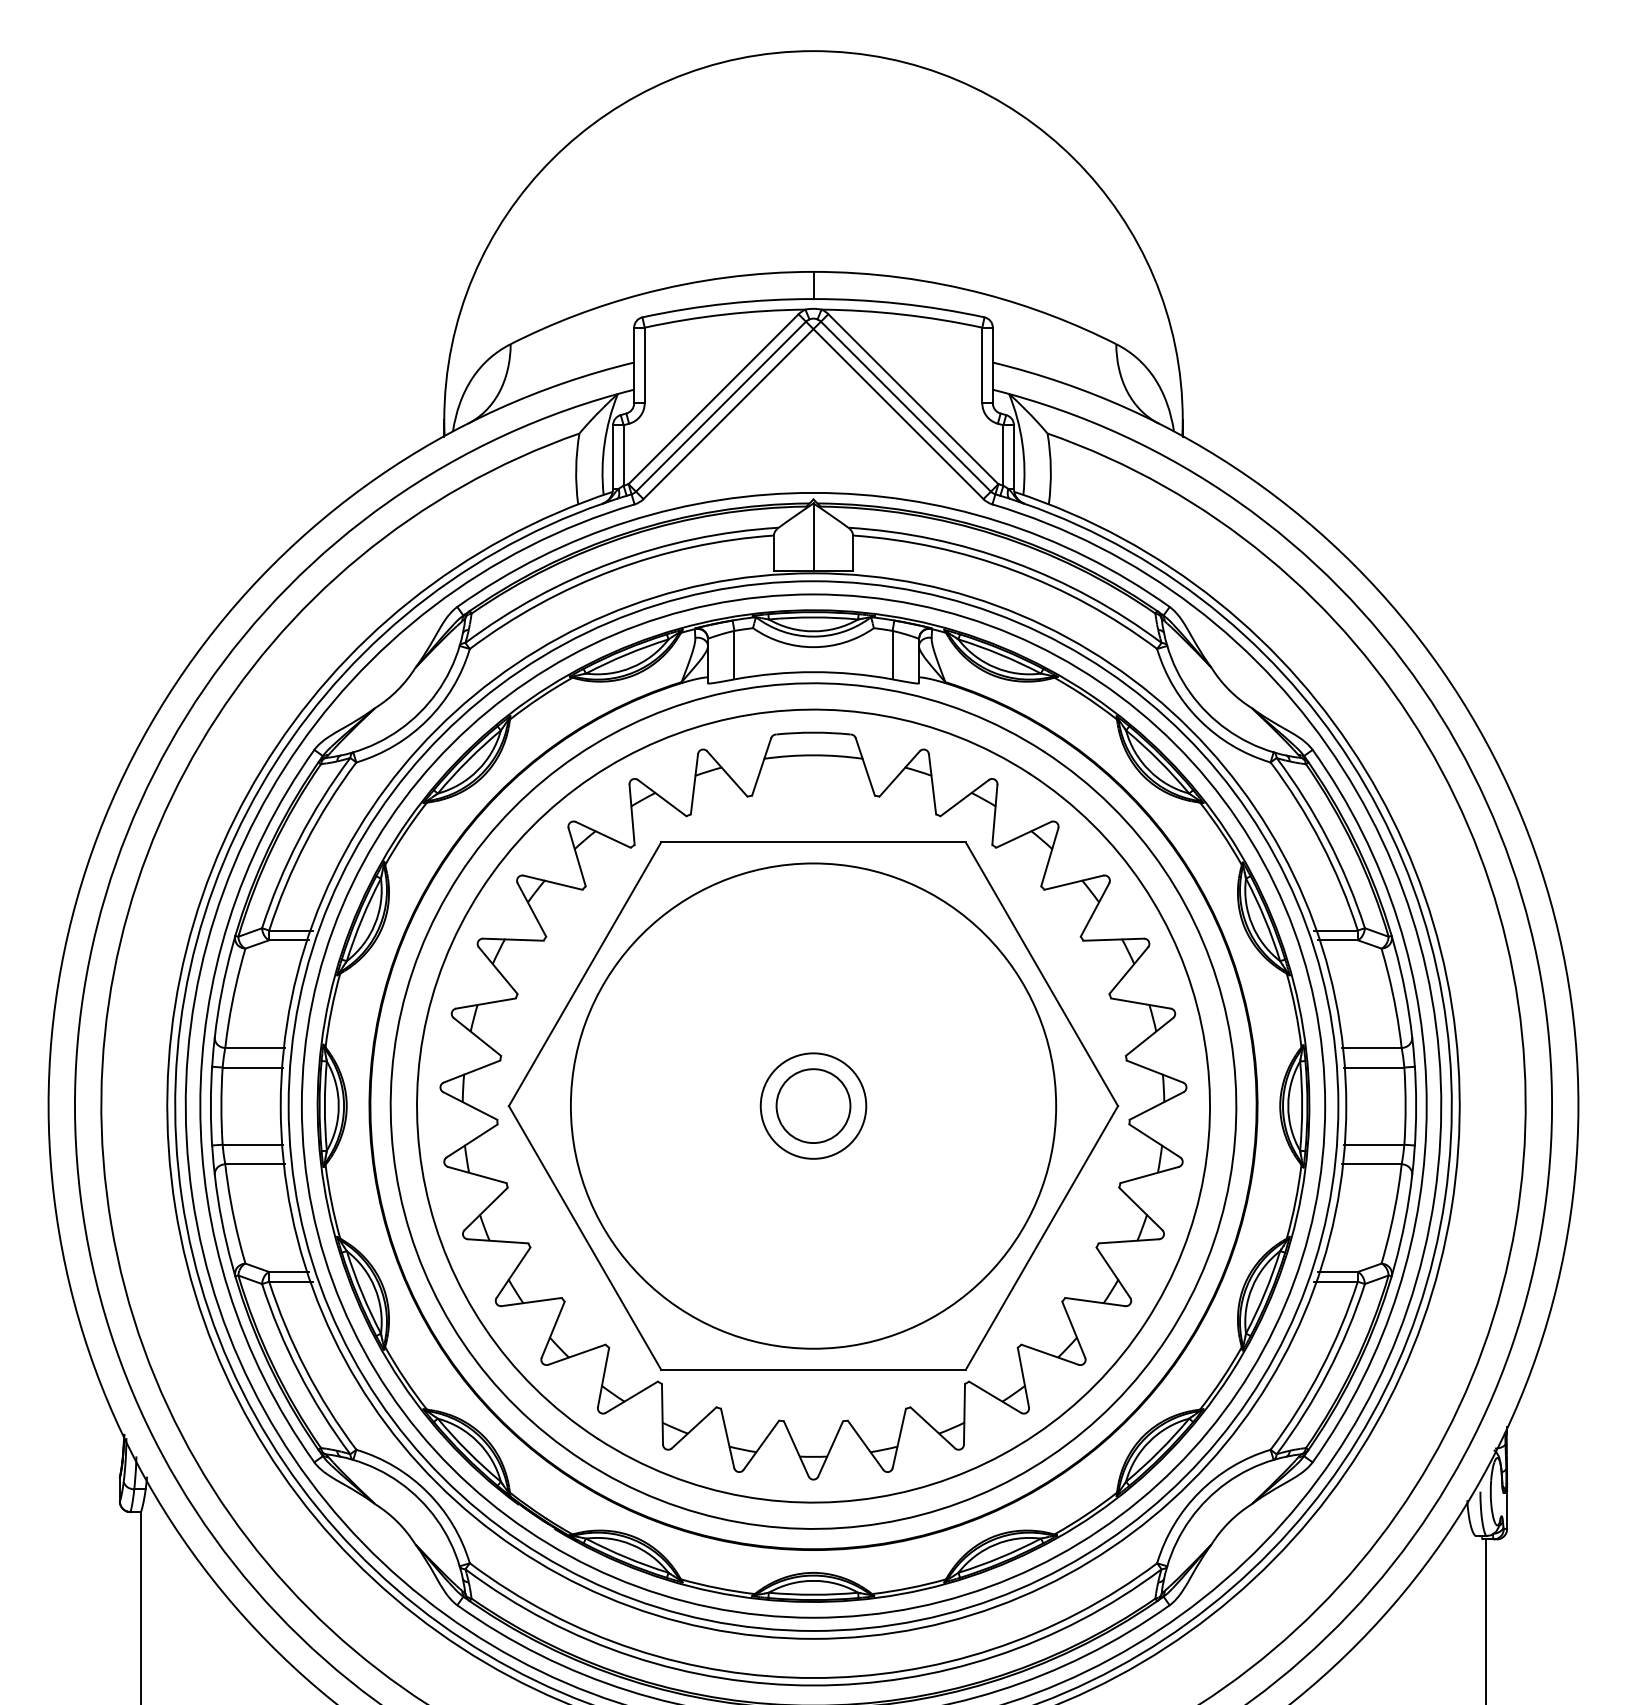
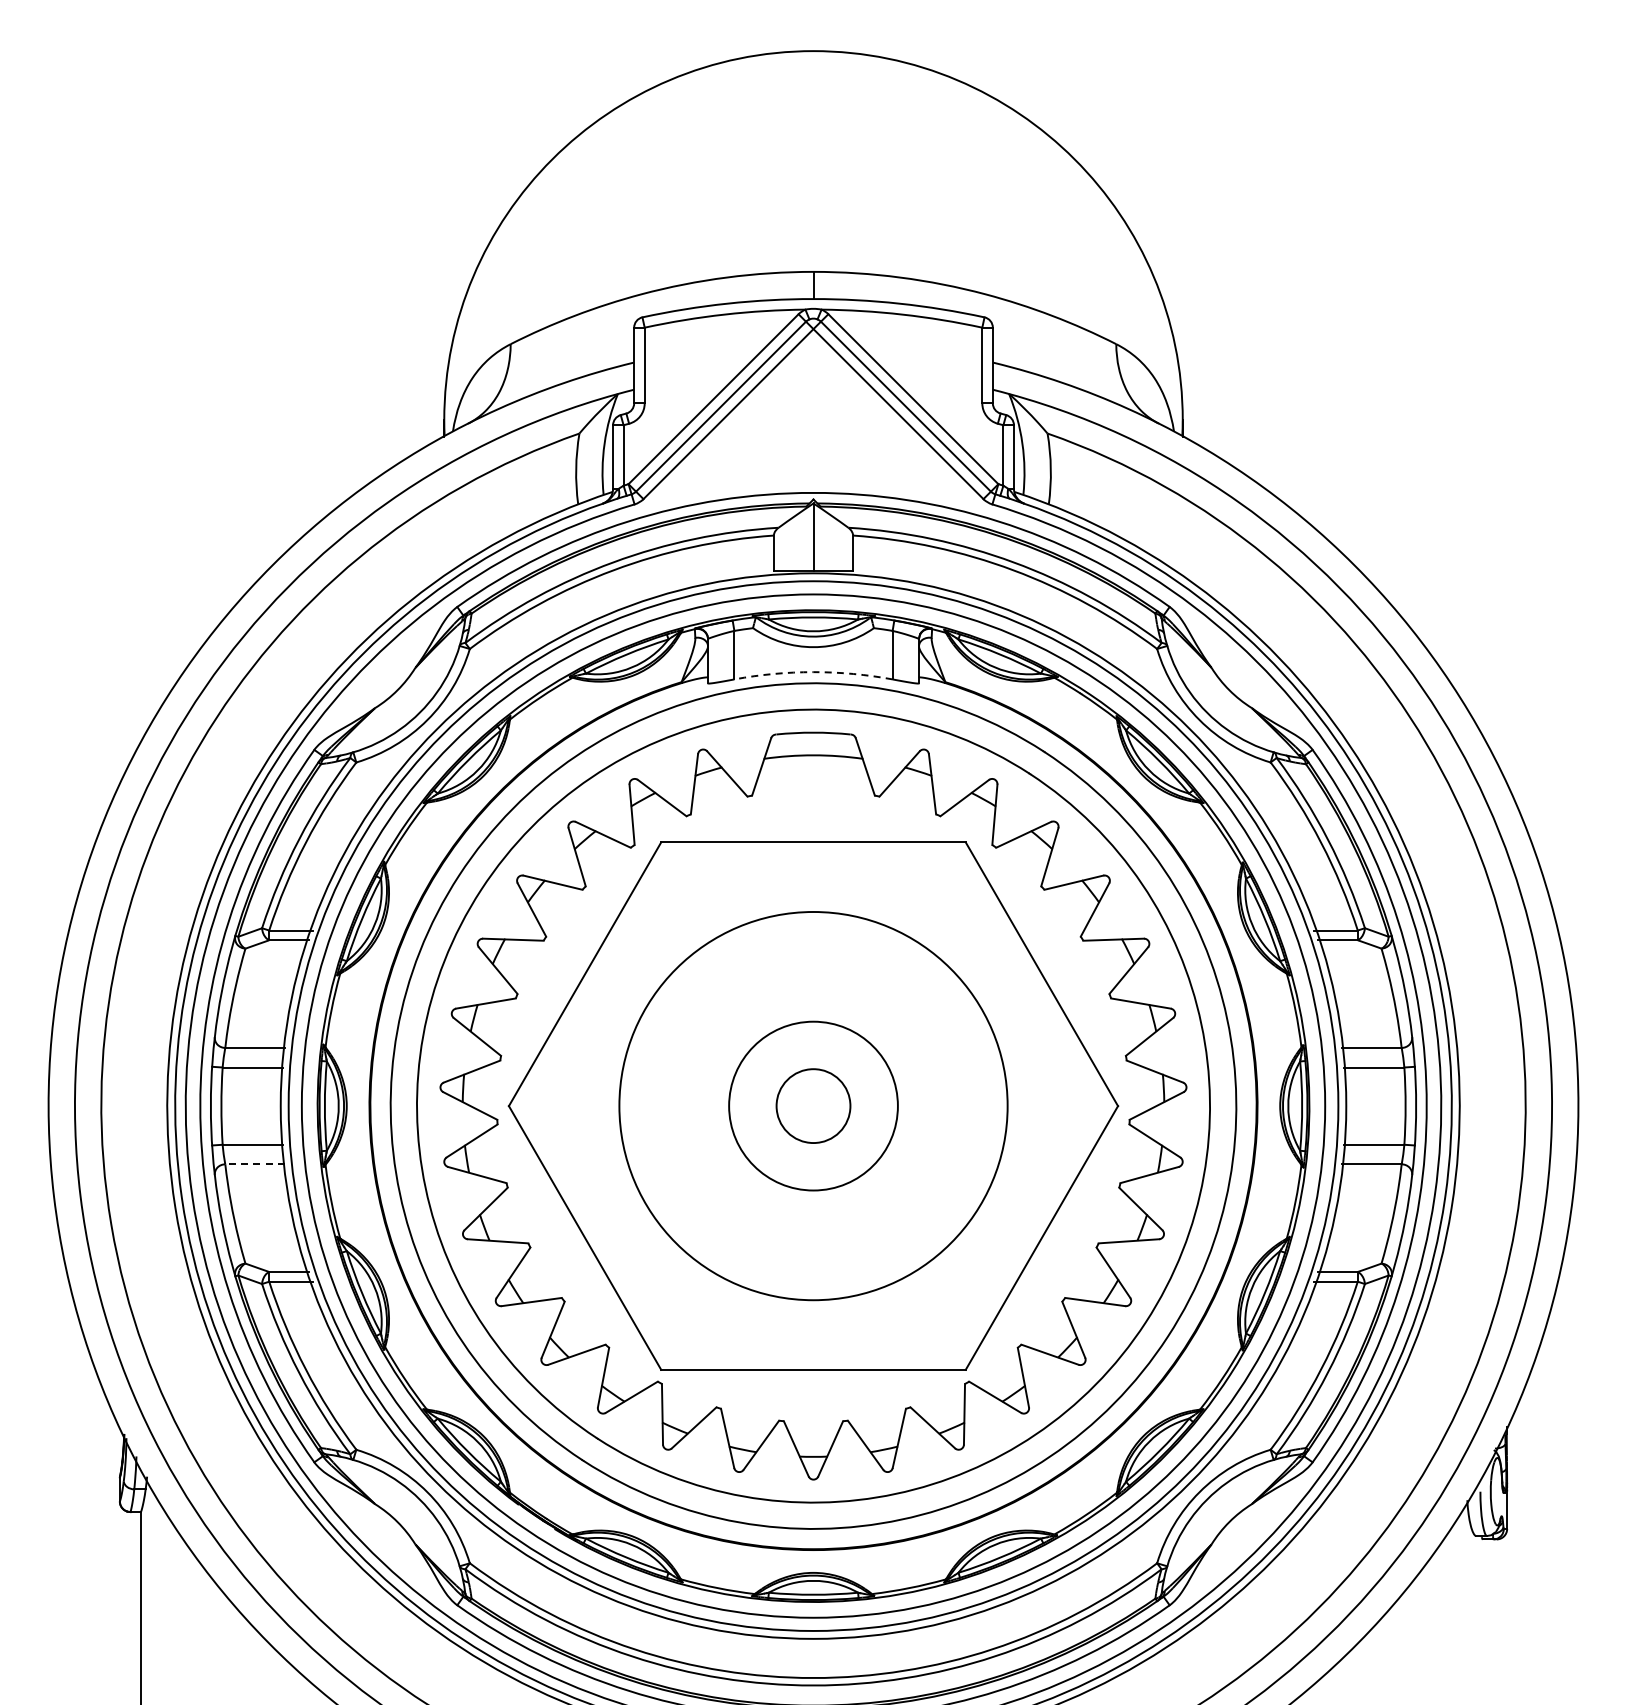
arc at (813, 672): solid -> dashed
circle at (813, 1105) diameter: 105 px -> 169 px
circle at (813, 1105) diameter: 485 px -> 388 px
line at (255, 1164): solid -> dashed
line at (1486, 1620): present -> none
